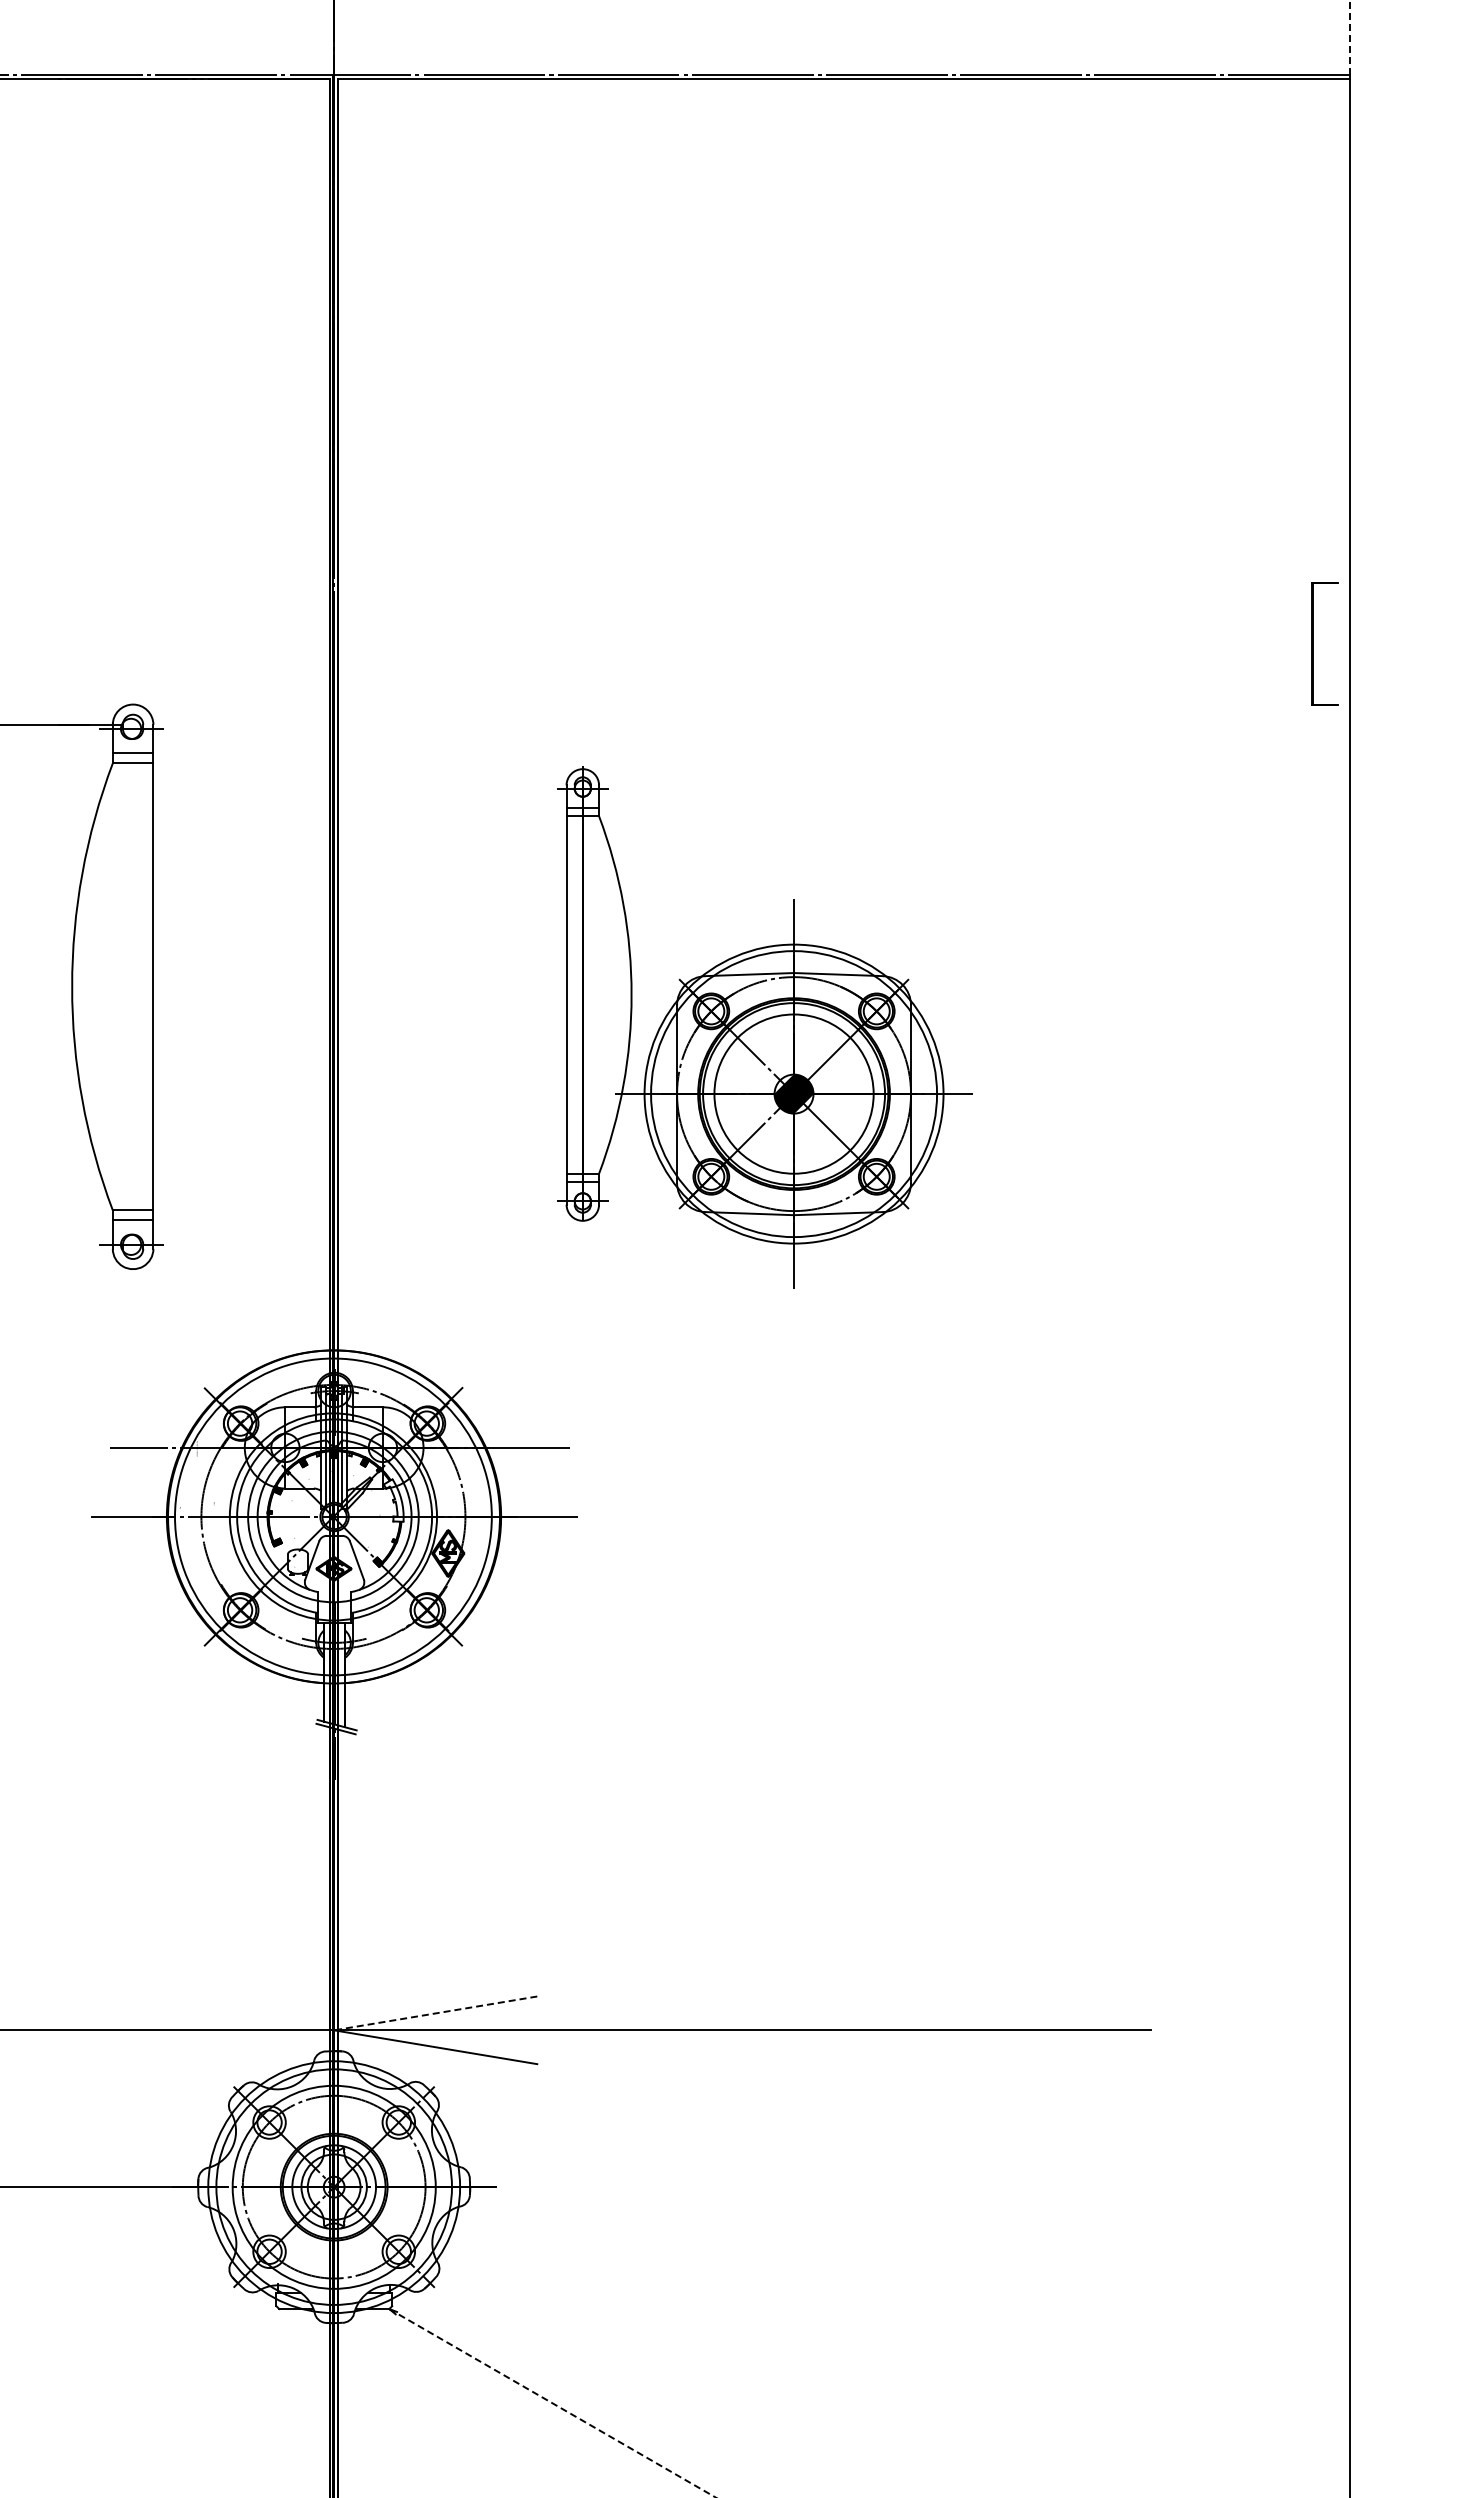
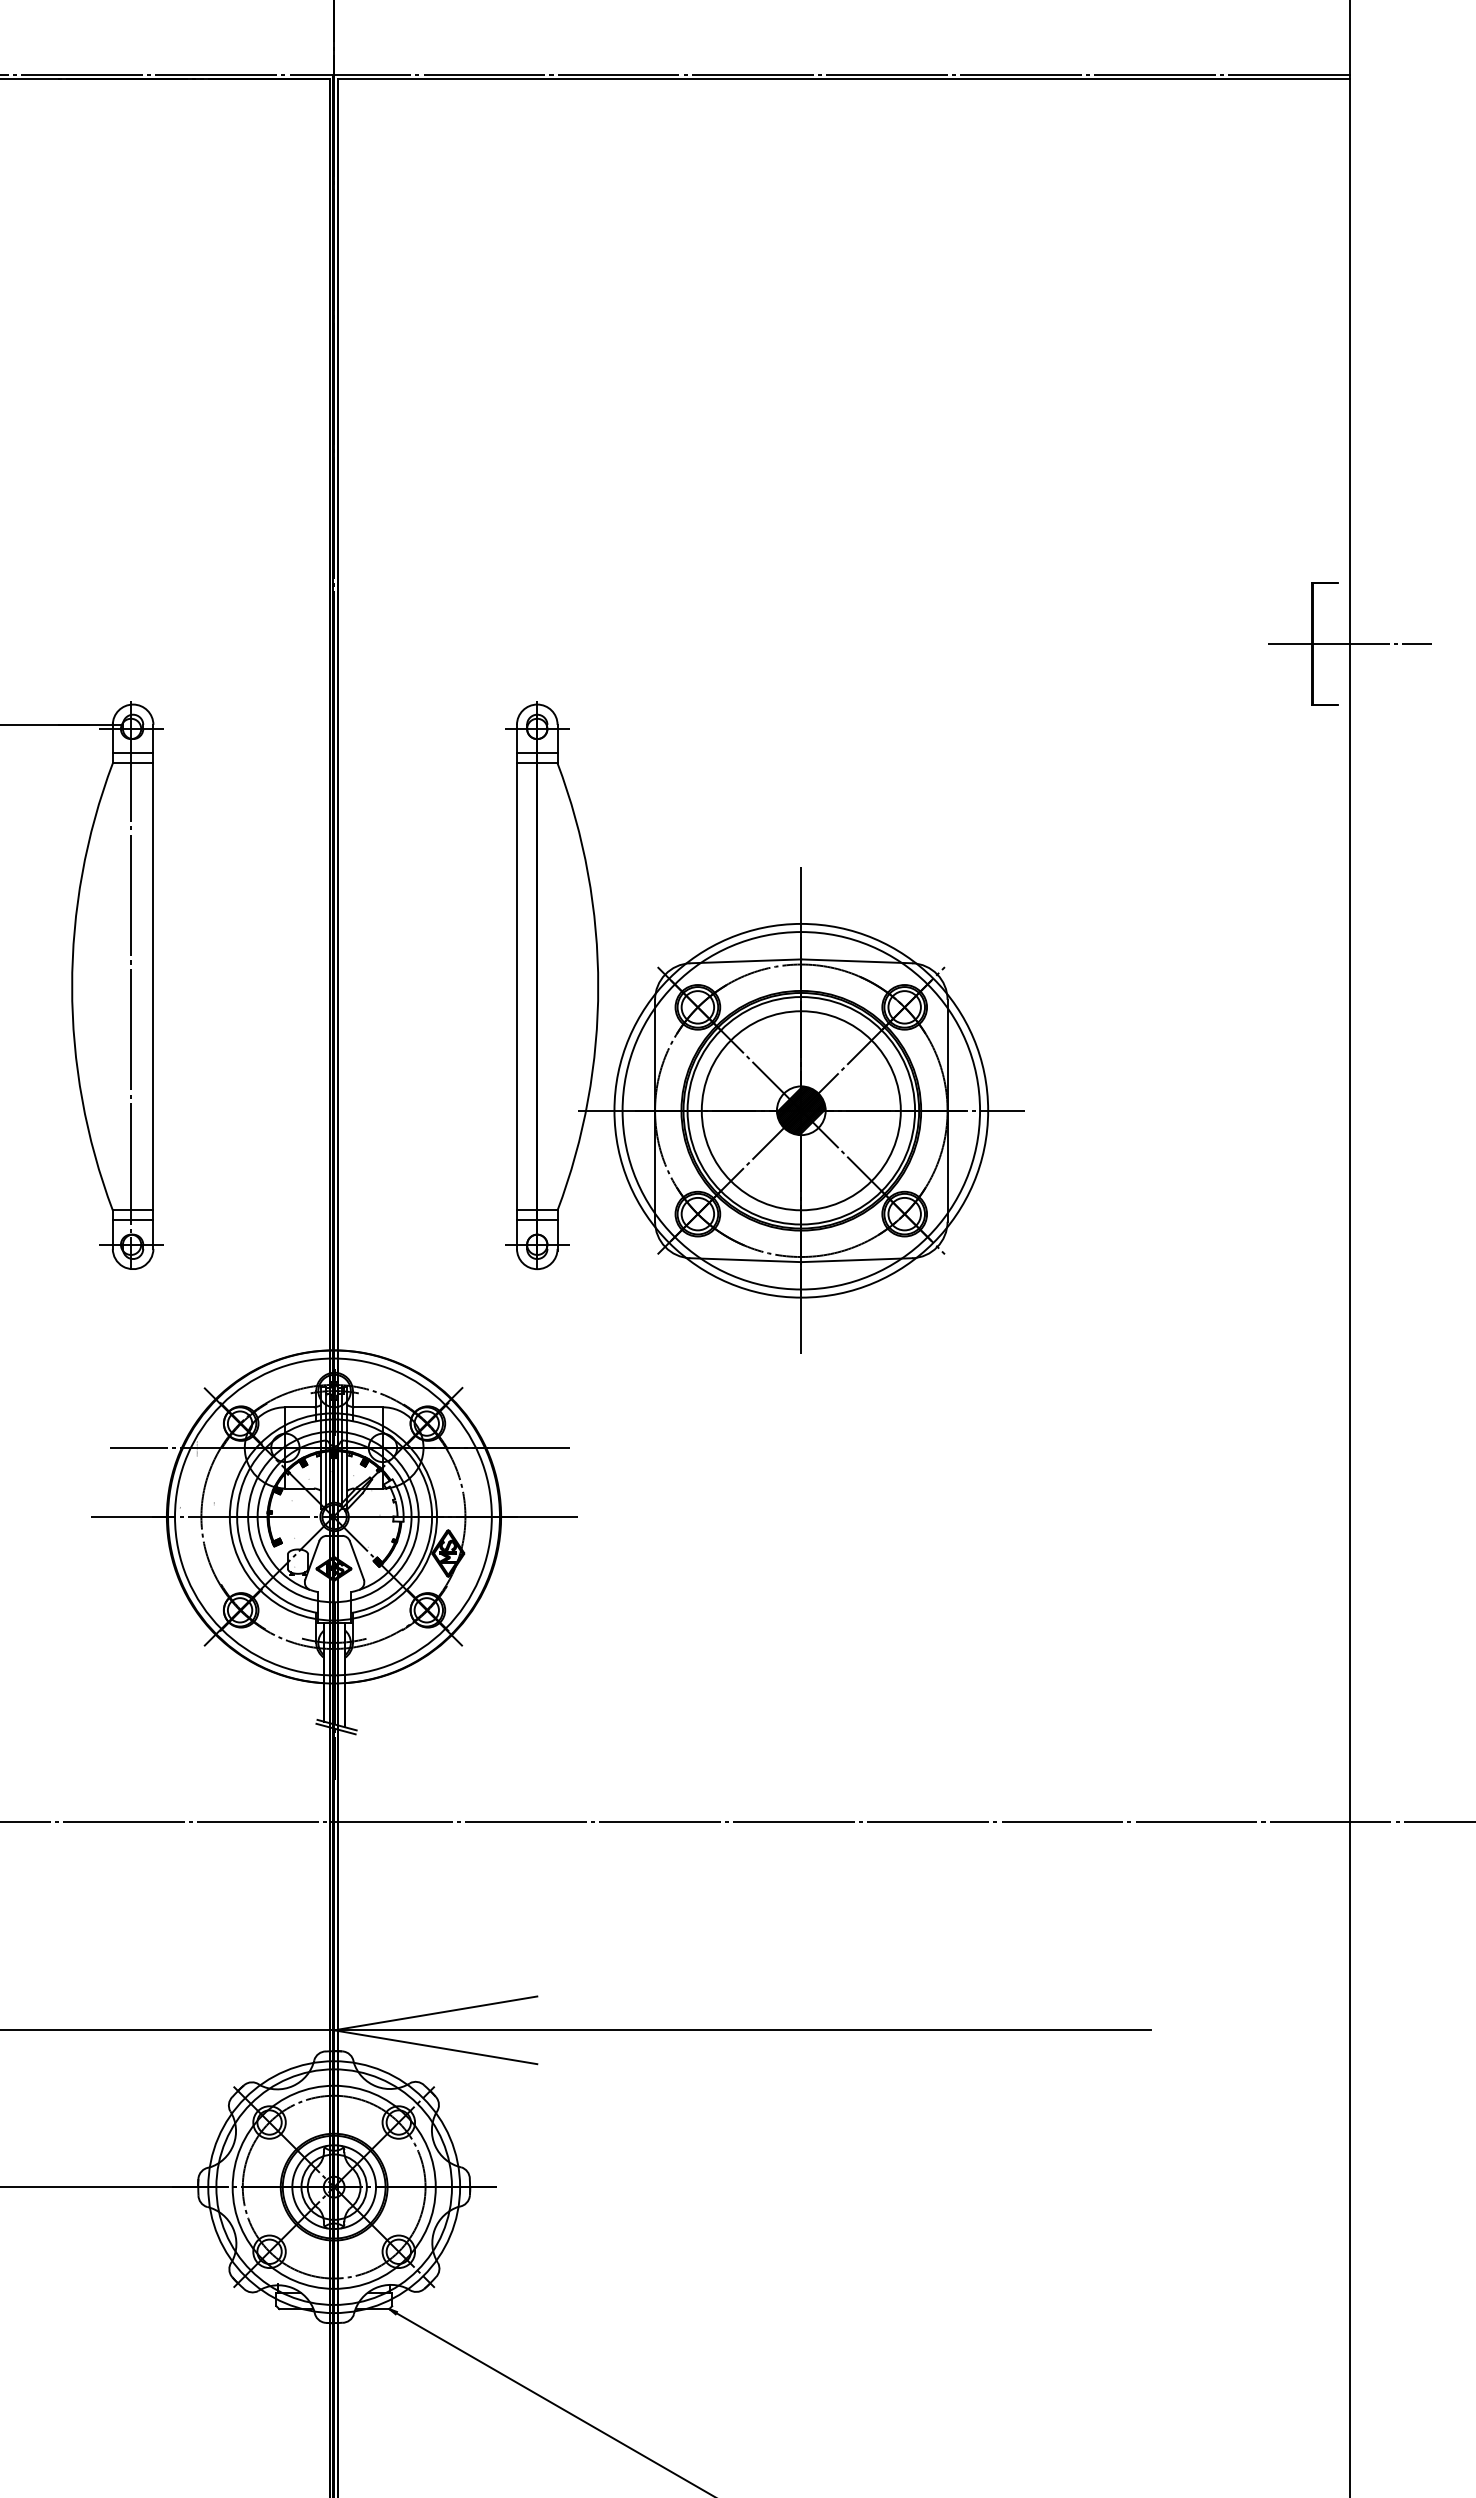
line at (1349, 37): dashed -> solid
line at (1349, 643): none -> present
line at (131, 984): none -> present
part at (764, 1027) size: 416x523 px -> 520x653 px
line at (737, 1821): none -> present
line at (435, 2013): dashed -> solid
line at (552, 2403): dashed -> solid
